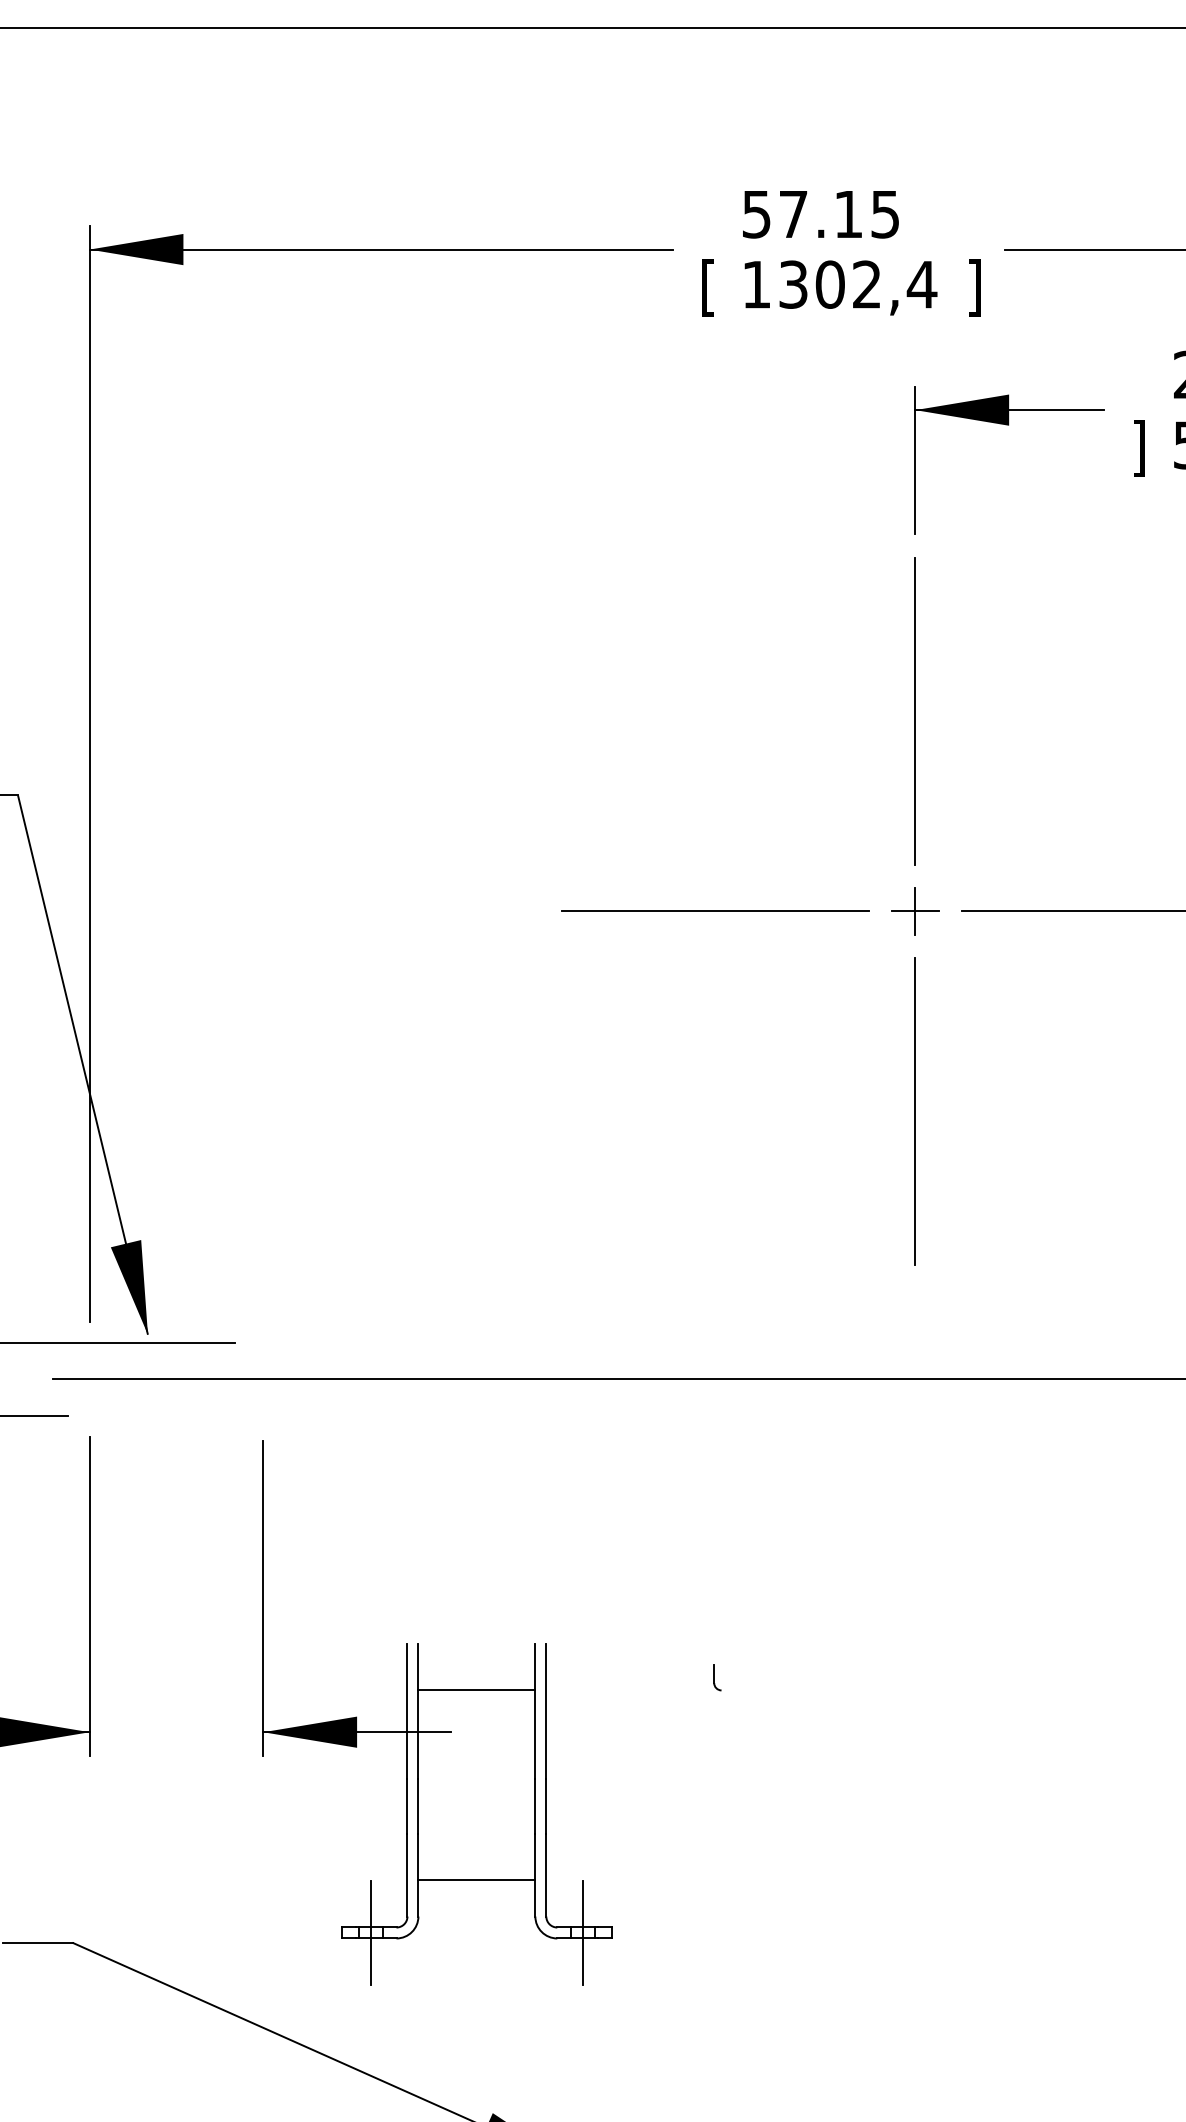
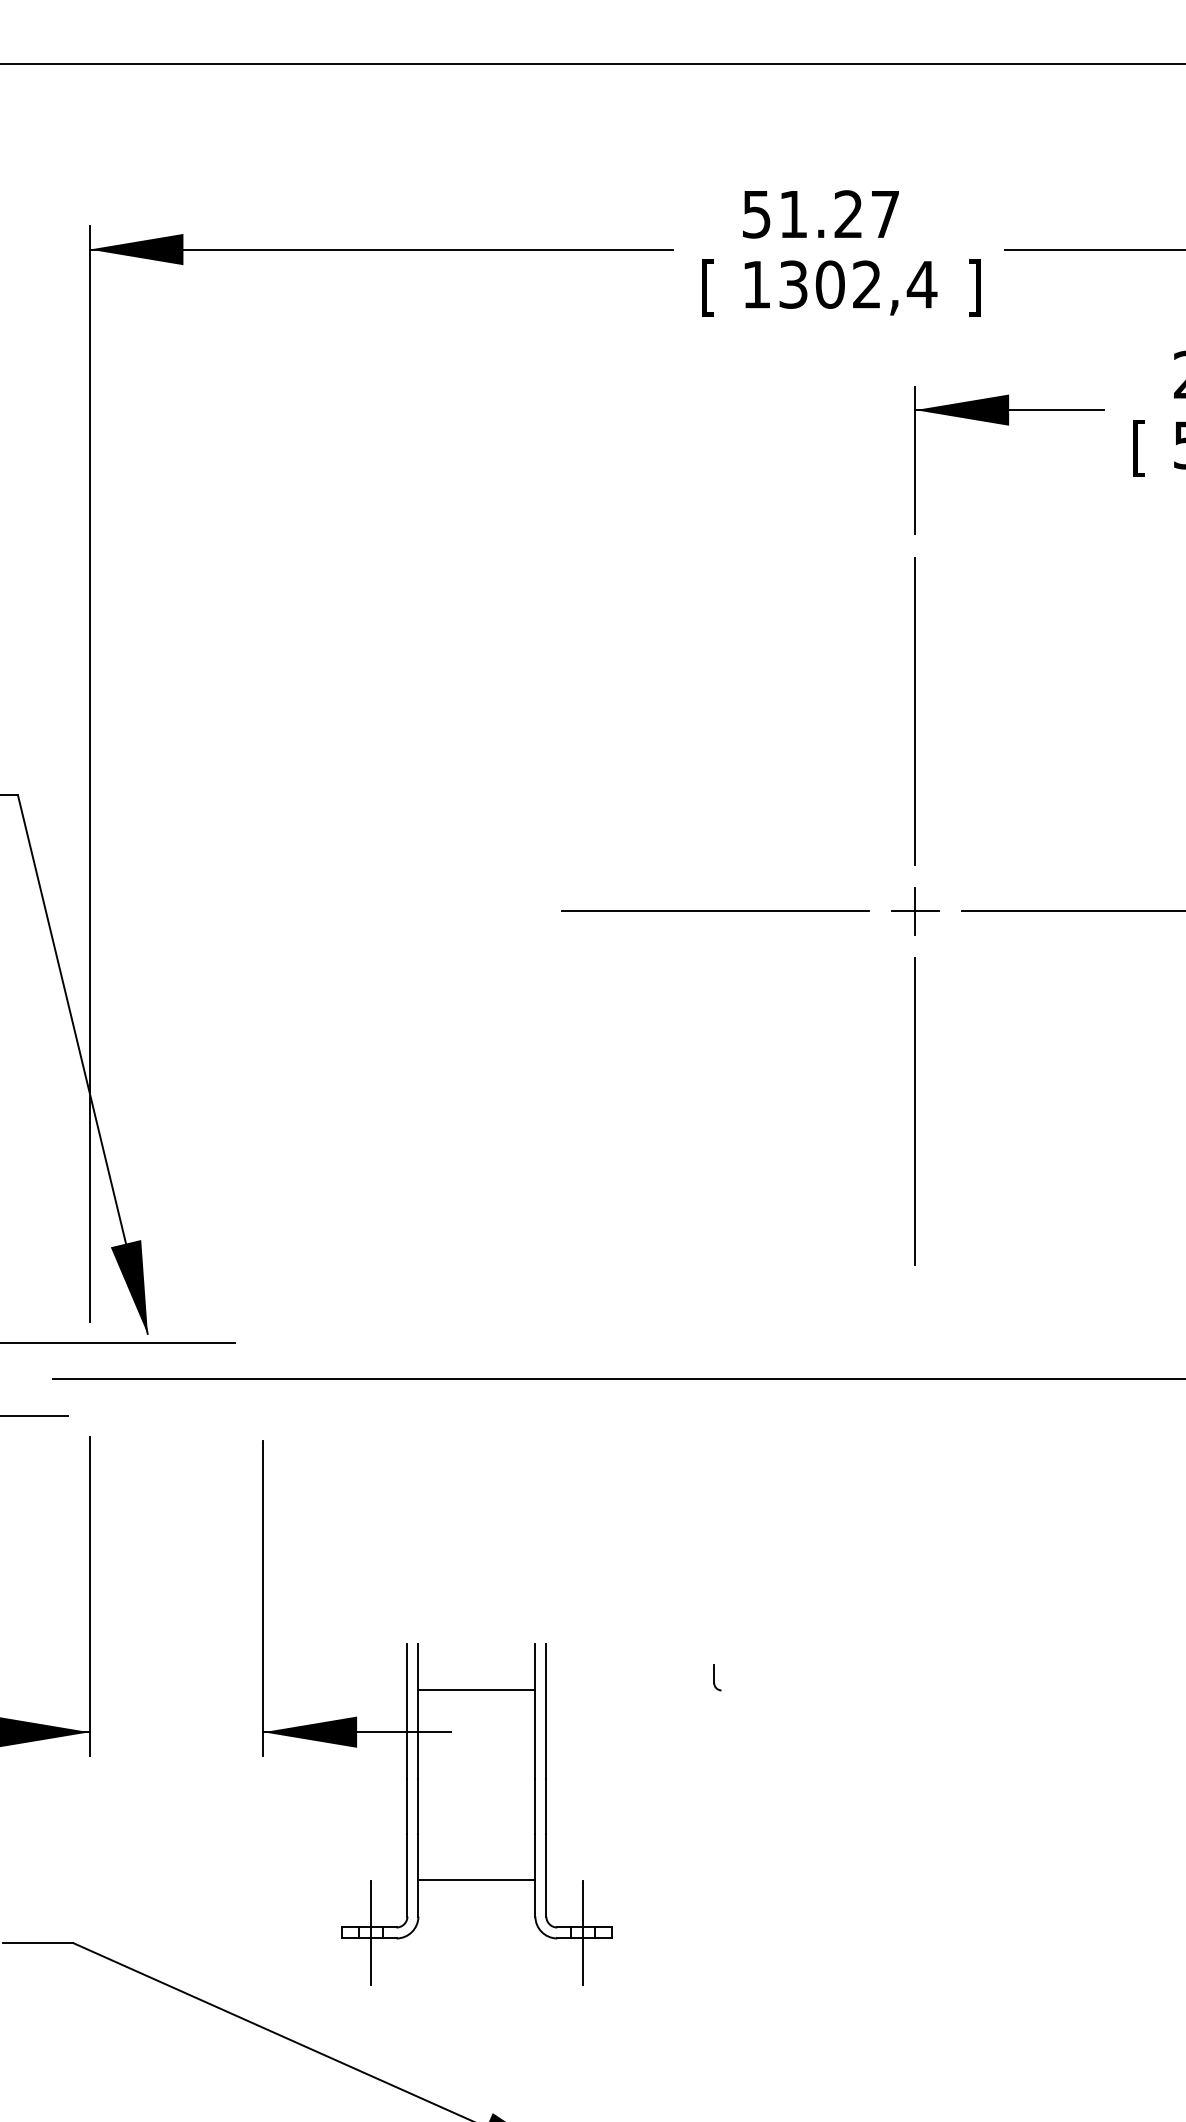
line at (592, 27) position: (592, 27) -> (592, 63)
text at (839, 214): 57.15 -> 51.27
text at (1138, 448): ] -> [
